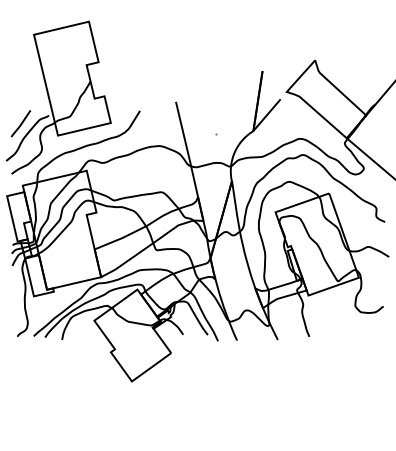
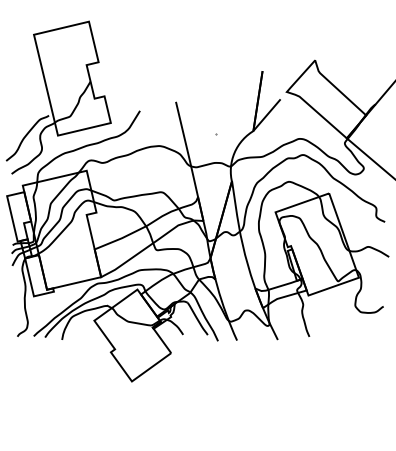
line at (20, 123): present -> none
